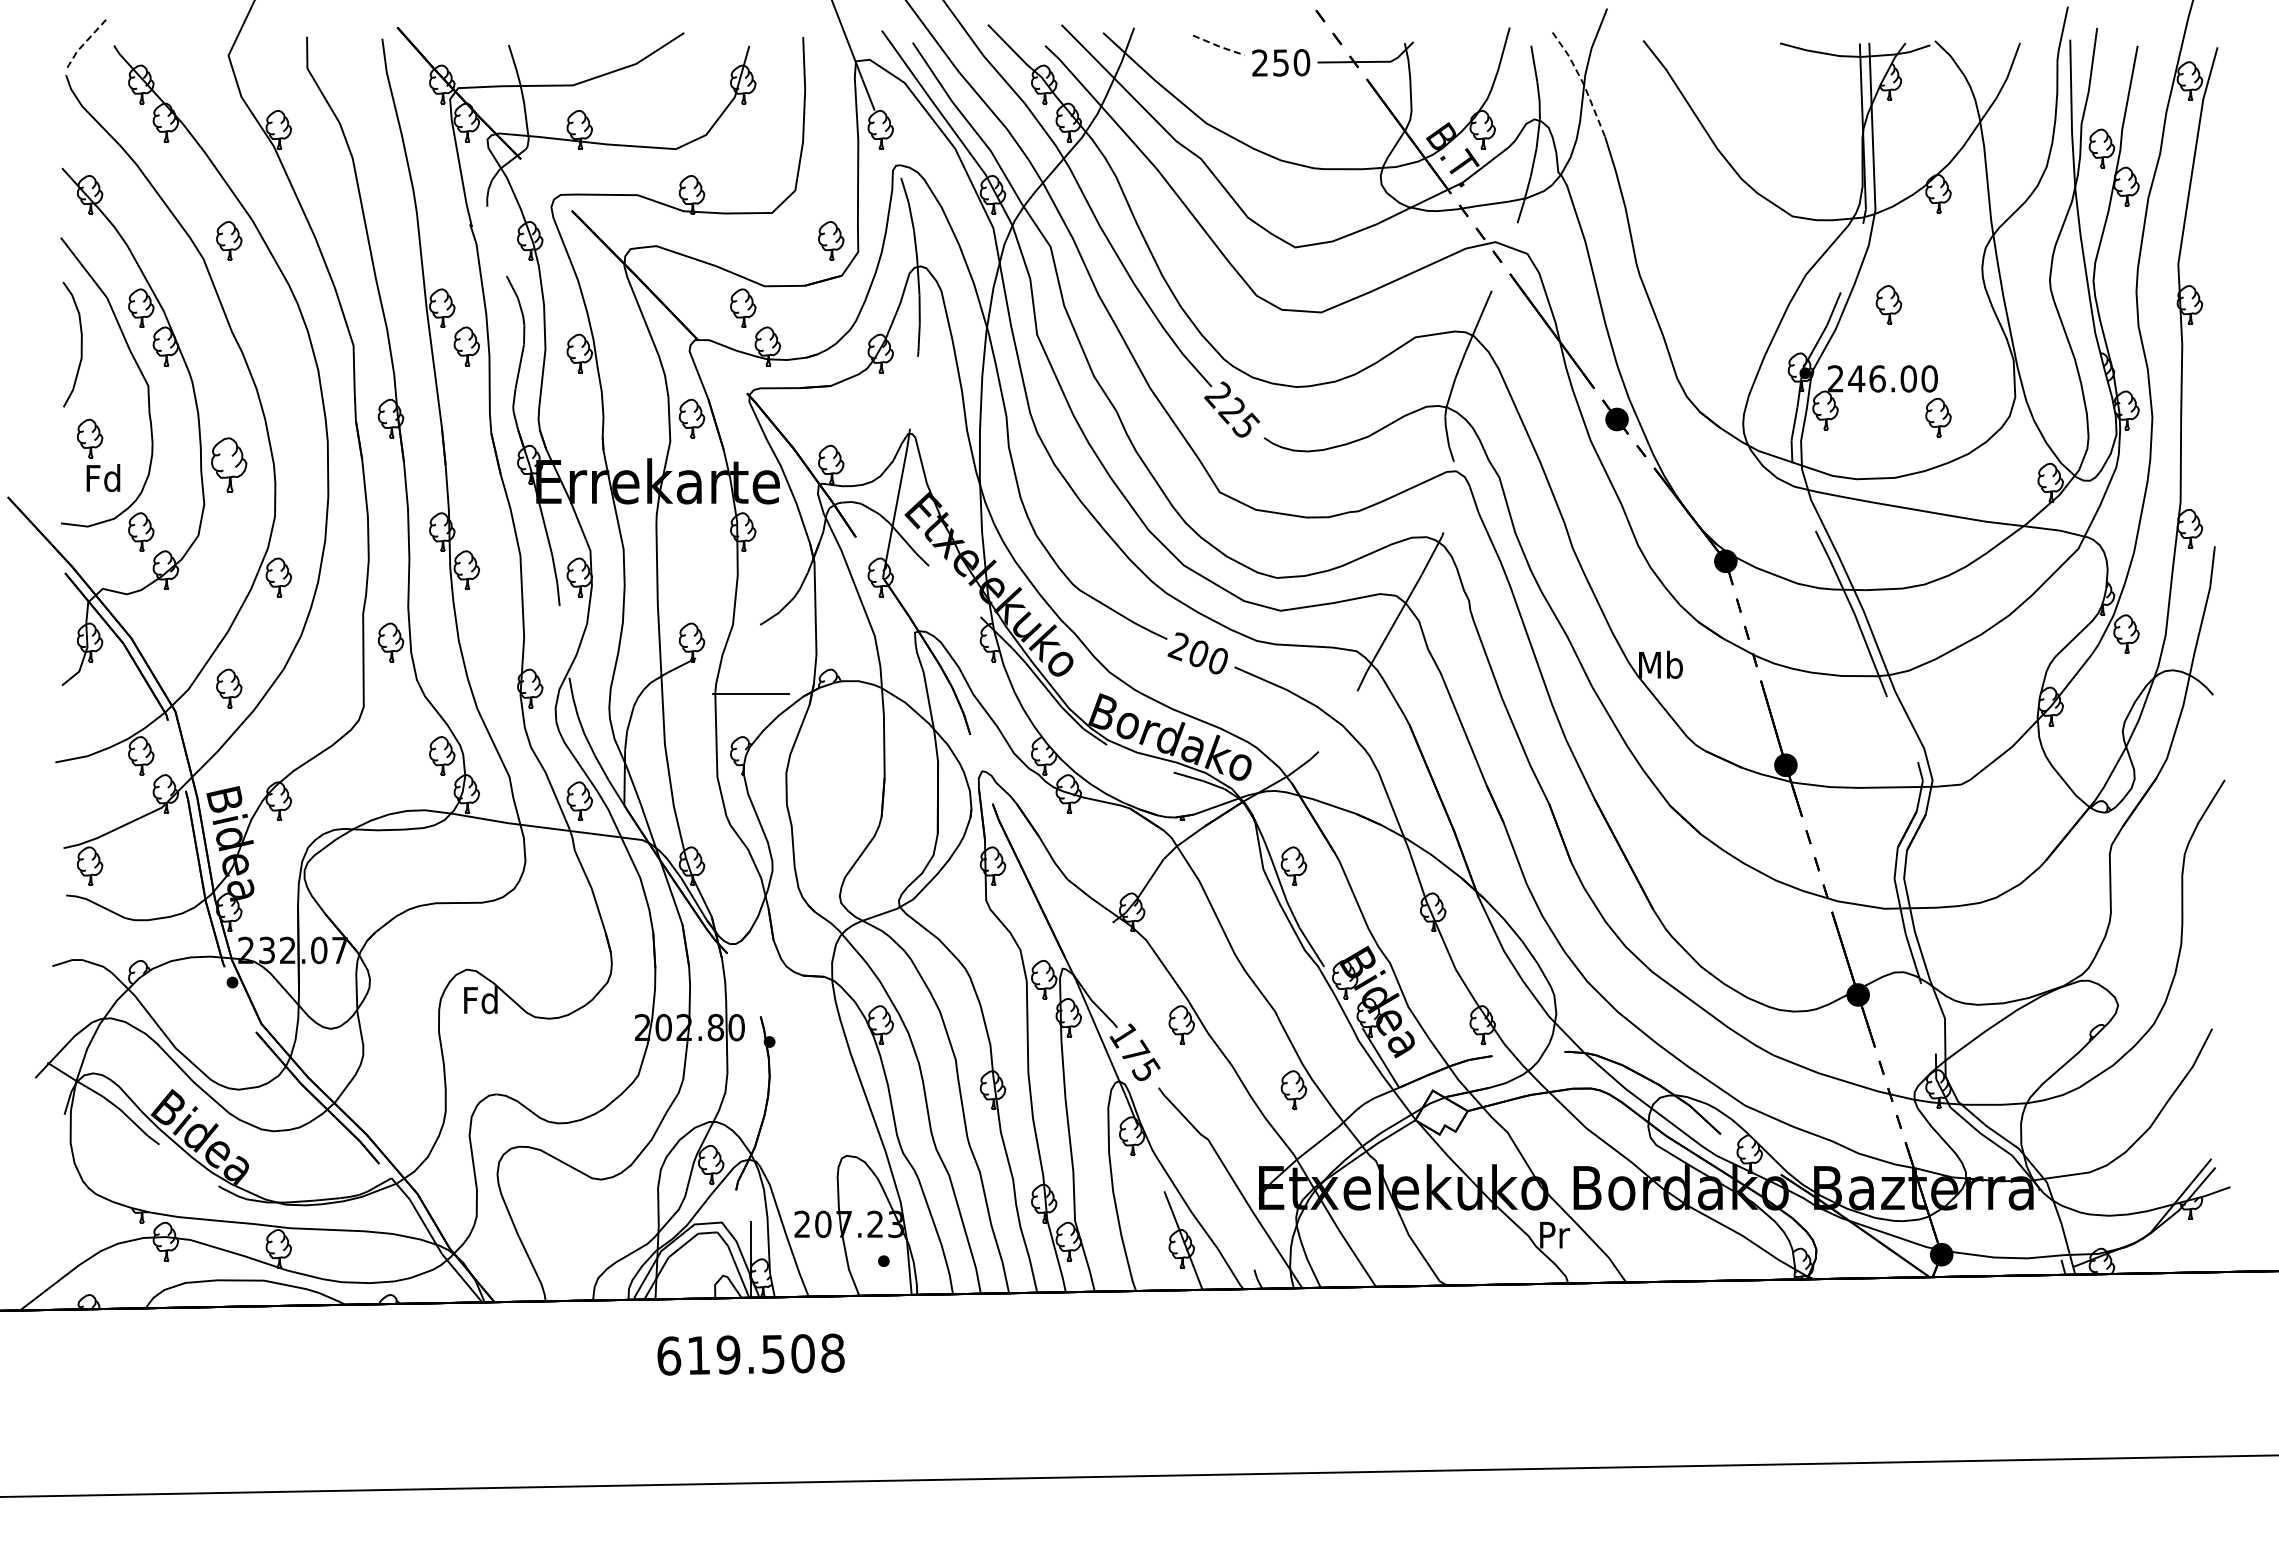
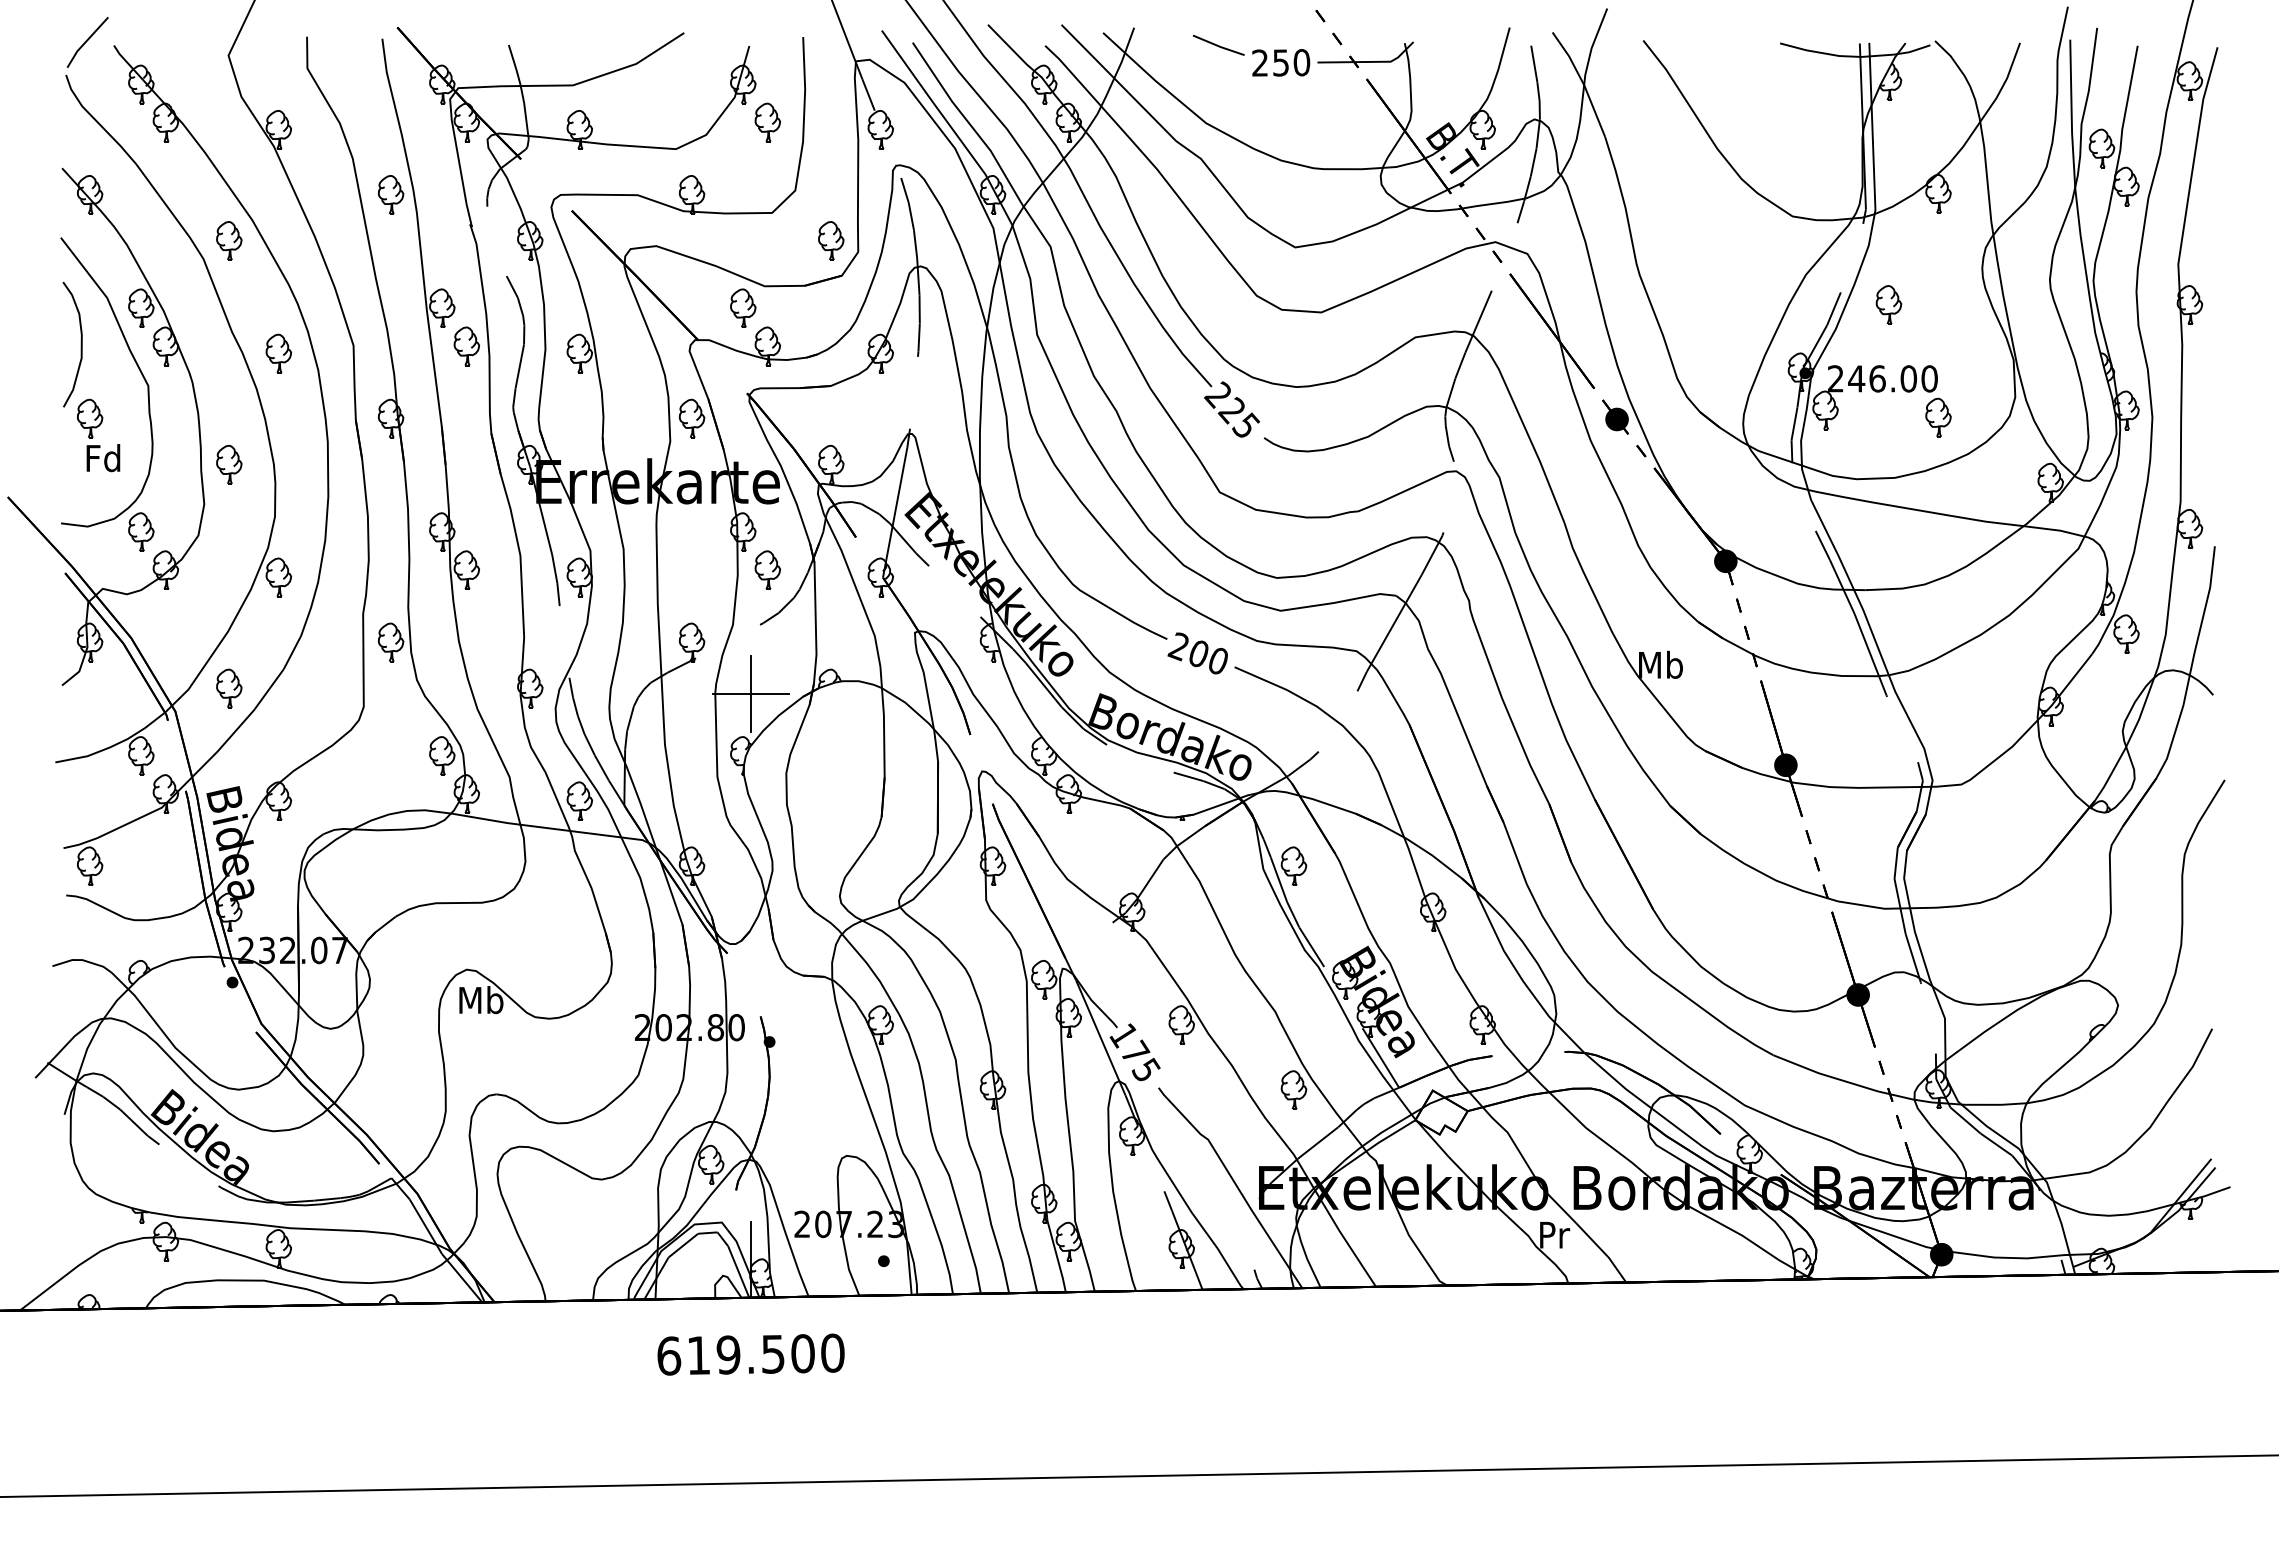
line at (85, 41): dashed -> solid
line at (1219, 46): dashed -> solid
line at (1582, 82): dashed -> solid
part at (767, 122): none -> present
part at (391, 194): none -> present
part at (278, 353): none -> present
part at (98, 455) position: (98, 455) -> (98, 435)
part at (229, 464) size: 37x56 px -> 27x41 px
part at (767, 569): none -> present
line at (750, 694): none -> present
text at (481, 1000): Fd -> Mb
text at (832, 1352): 619.508 -> 619.500
